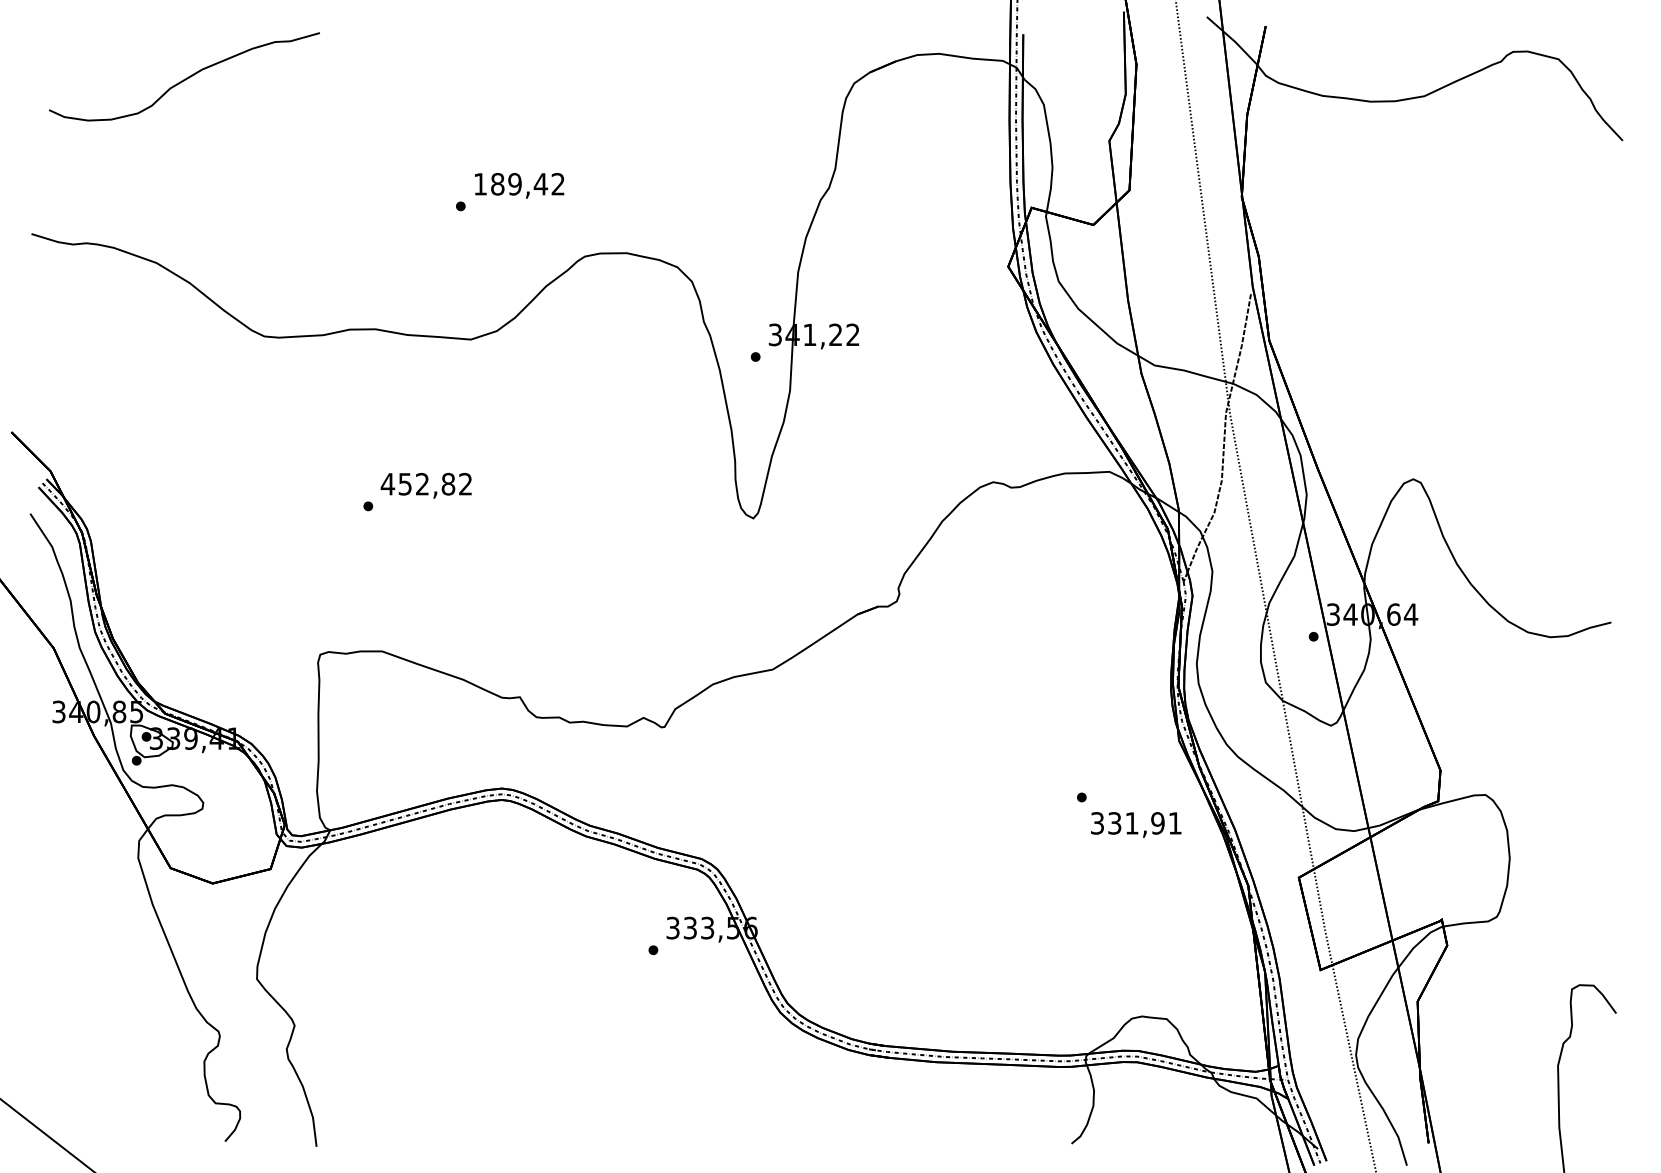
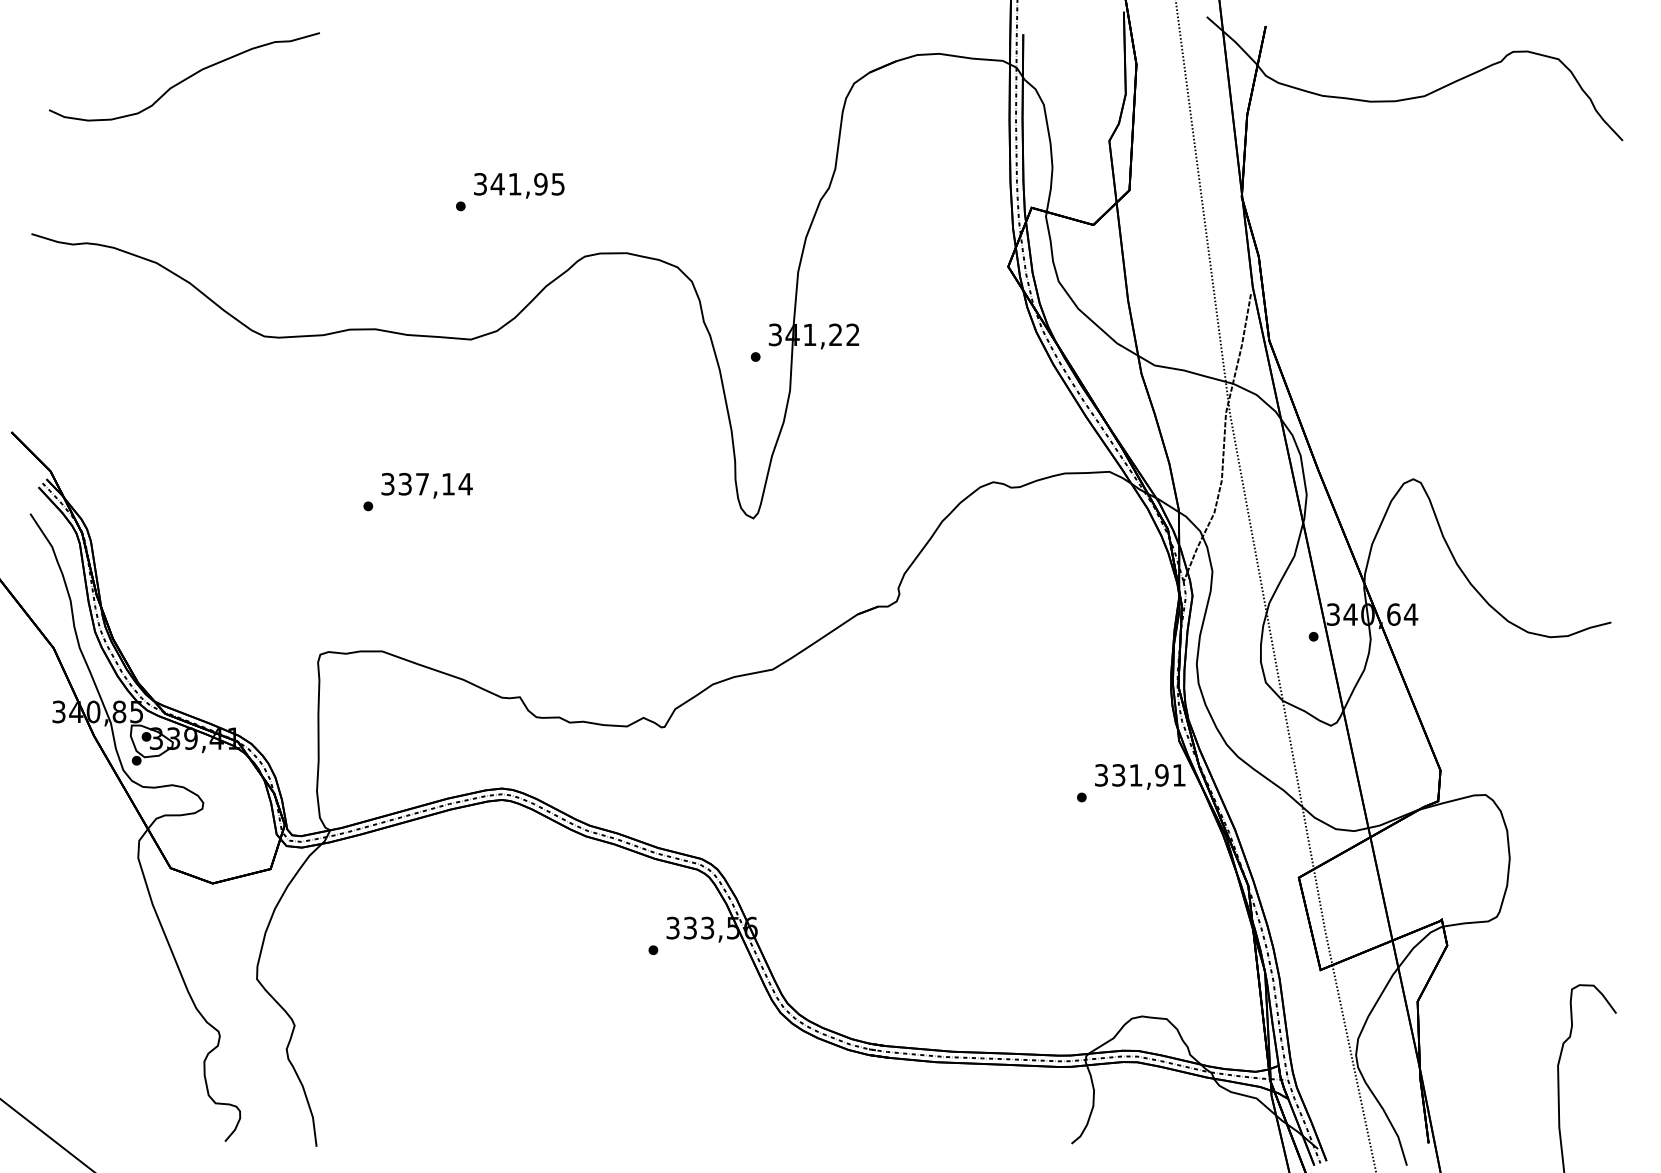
text at (519, 183): 189,42 -> 341,95
text at (426, 483): 452,82 -> 337,14
text at (1136, 824) position: (1136, 824) -> (1140, 776)
